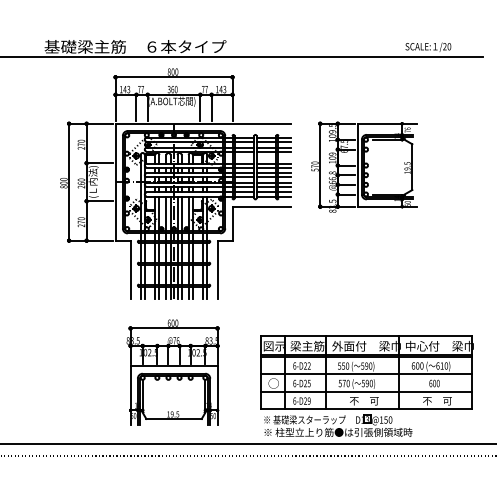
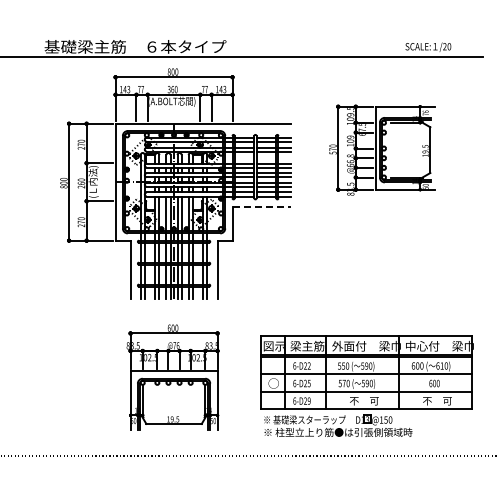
part at (364, 166) position: (364, 166) -> (382, 149)
line at (262, 206): solid -> dashed
part at (172, 372) position: (172, 372) -> (172, 377)
line at (247, 444): present -> none
